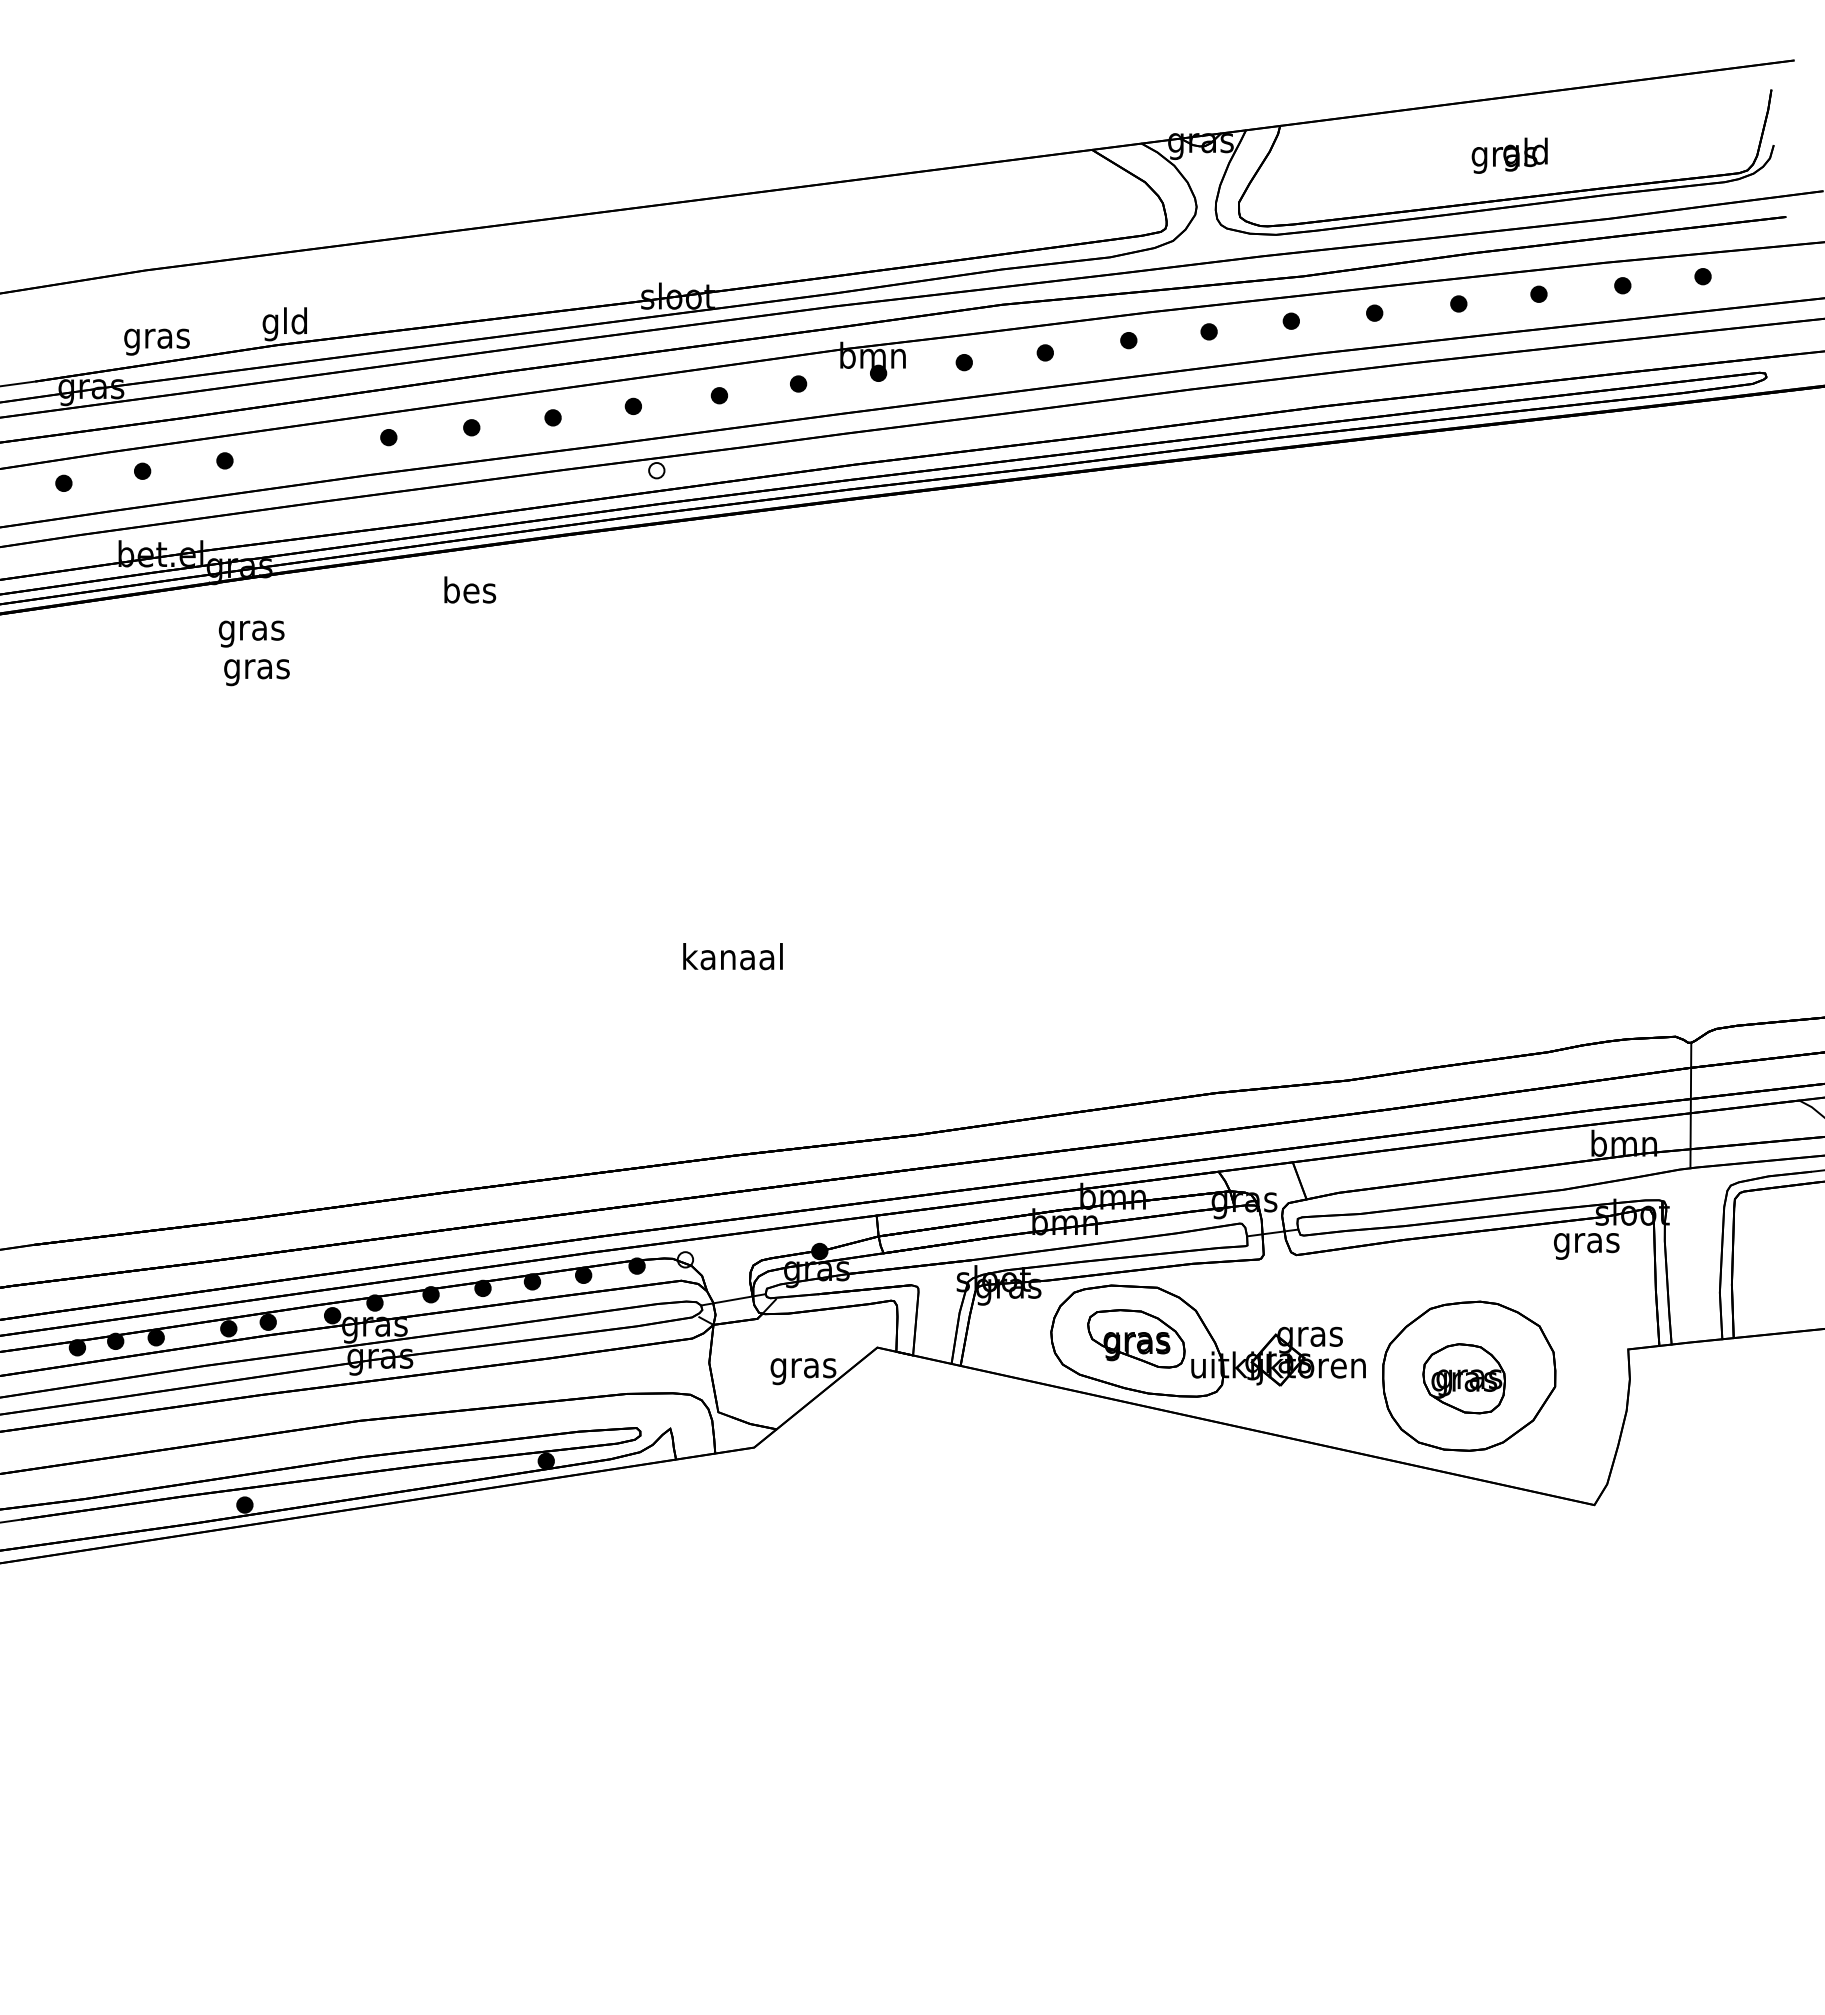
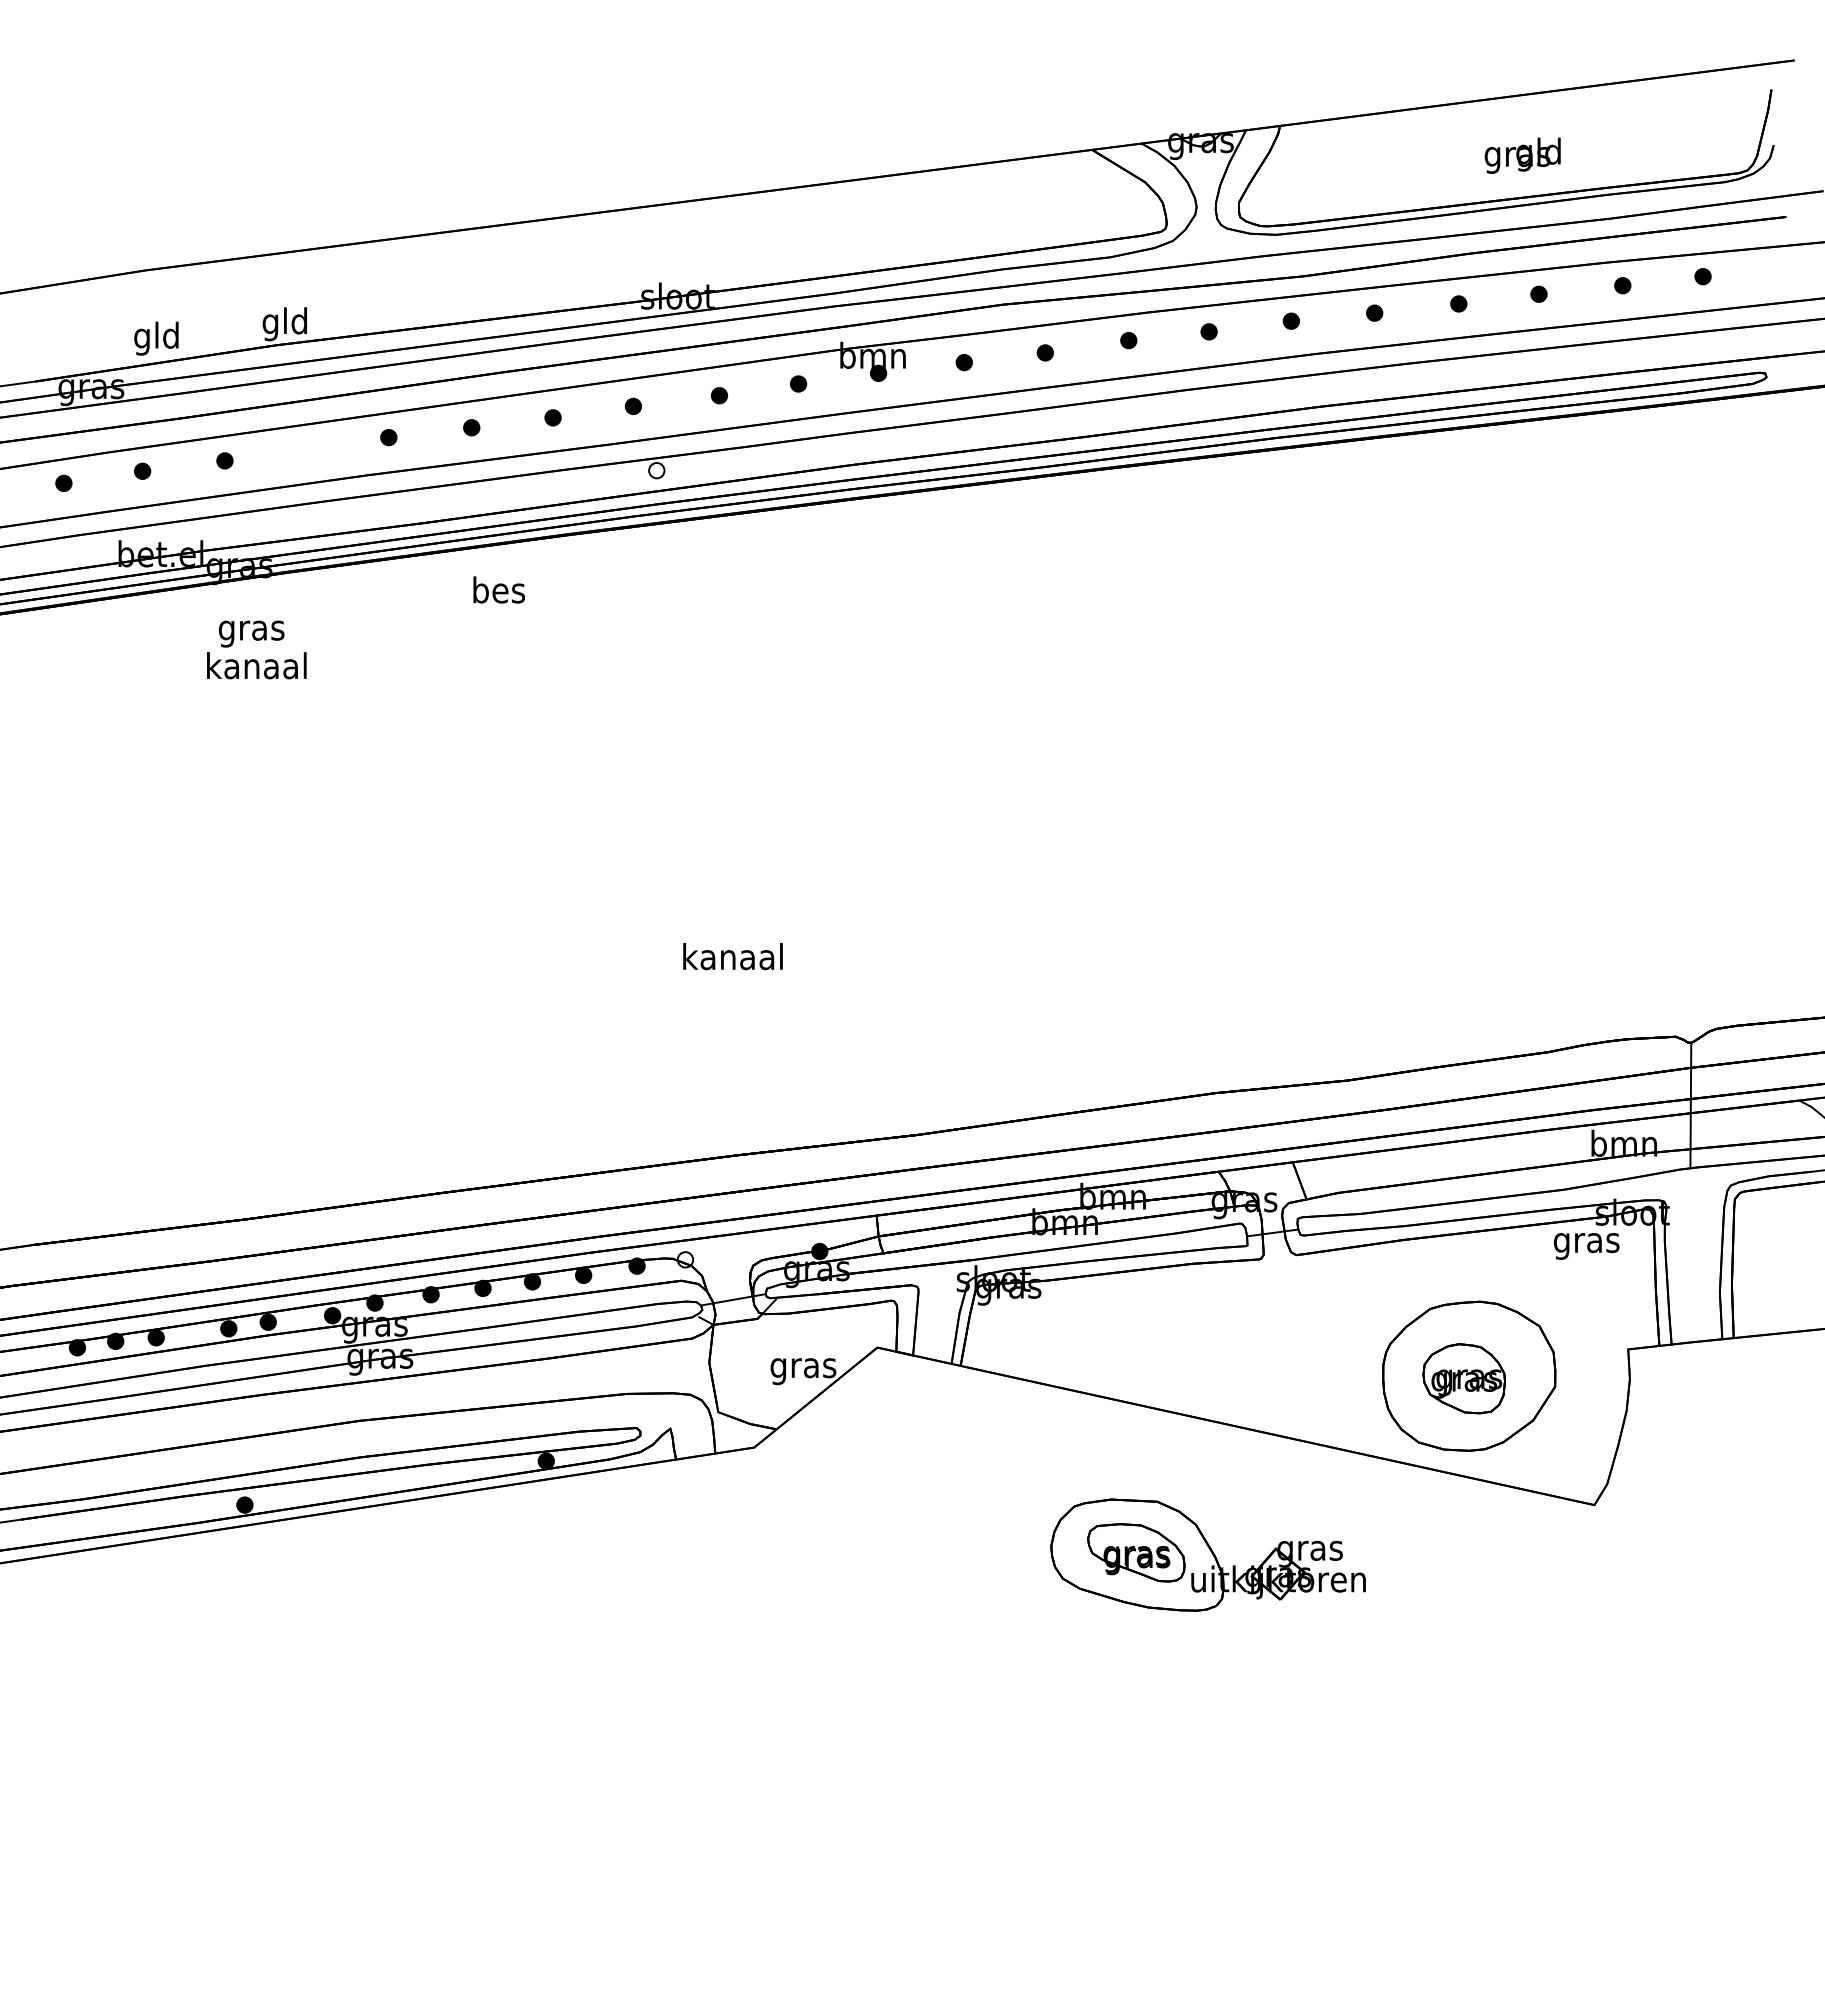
text at (1509, 155) position: (1509, 155) -> (1522, 155)
text at (156, 338): gras -> gld
text at (470, 589) position: (470, 589) -> (499, 589)
text at (256, 669): gras -> kanaal
part at (1207, 1340) position: (1207, 1340) -> (1207, 1554)
